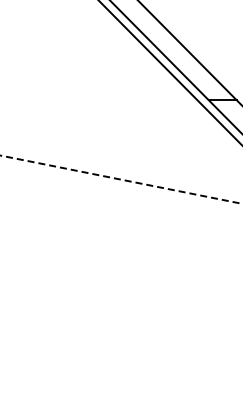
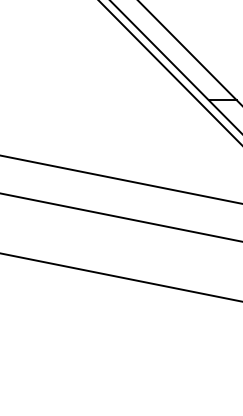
line at (122, 179): dashed -> solid
line at (120, 217): none -> present
line at (120, 277): none -> present
